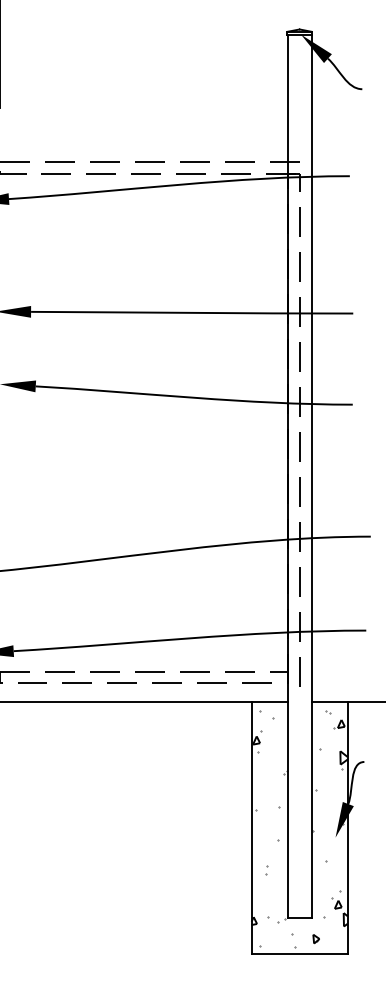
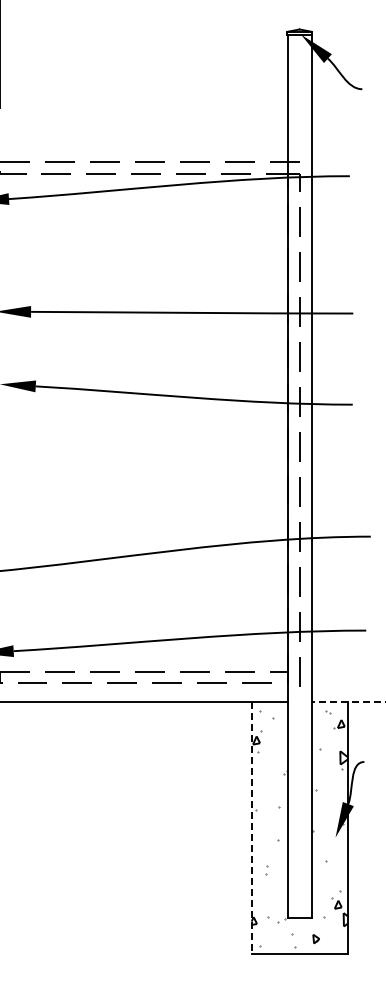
line at (348, 701): solid -> dashed
line at (251, 827): solid -> dashed
